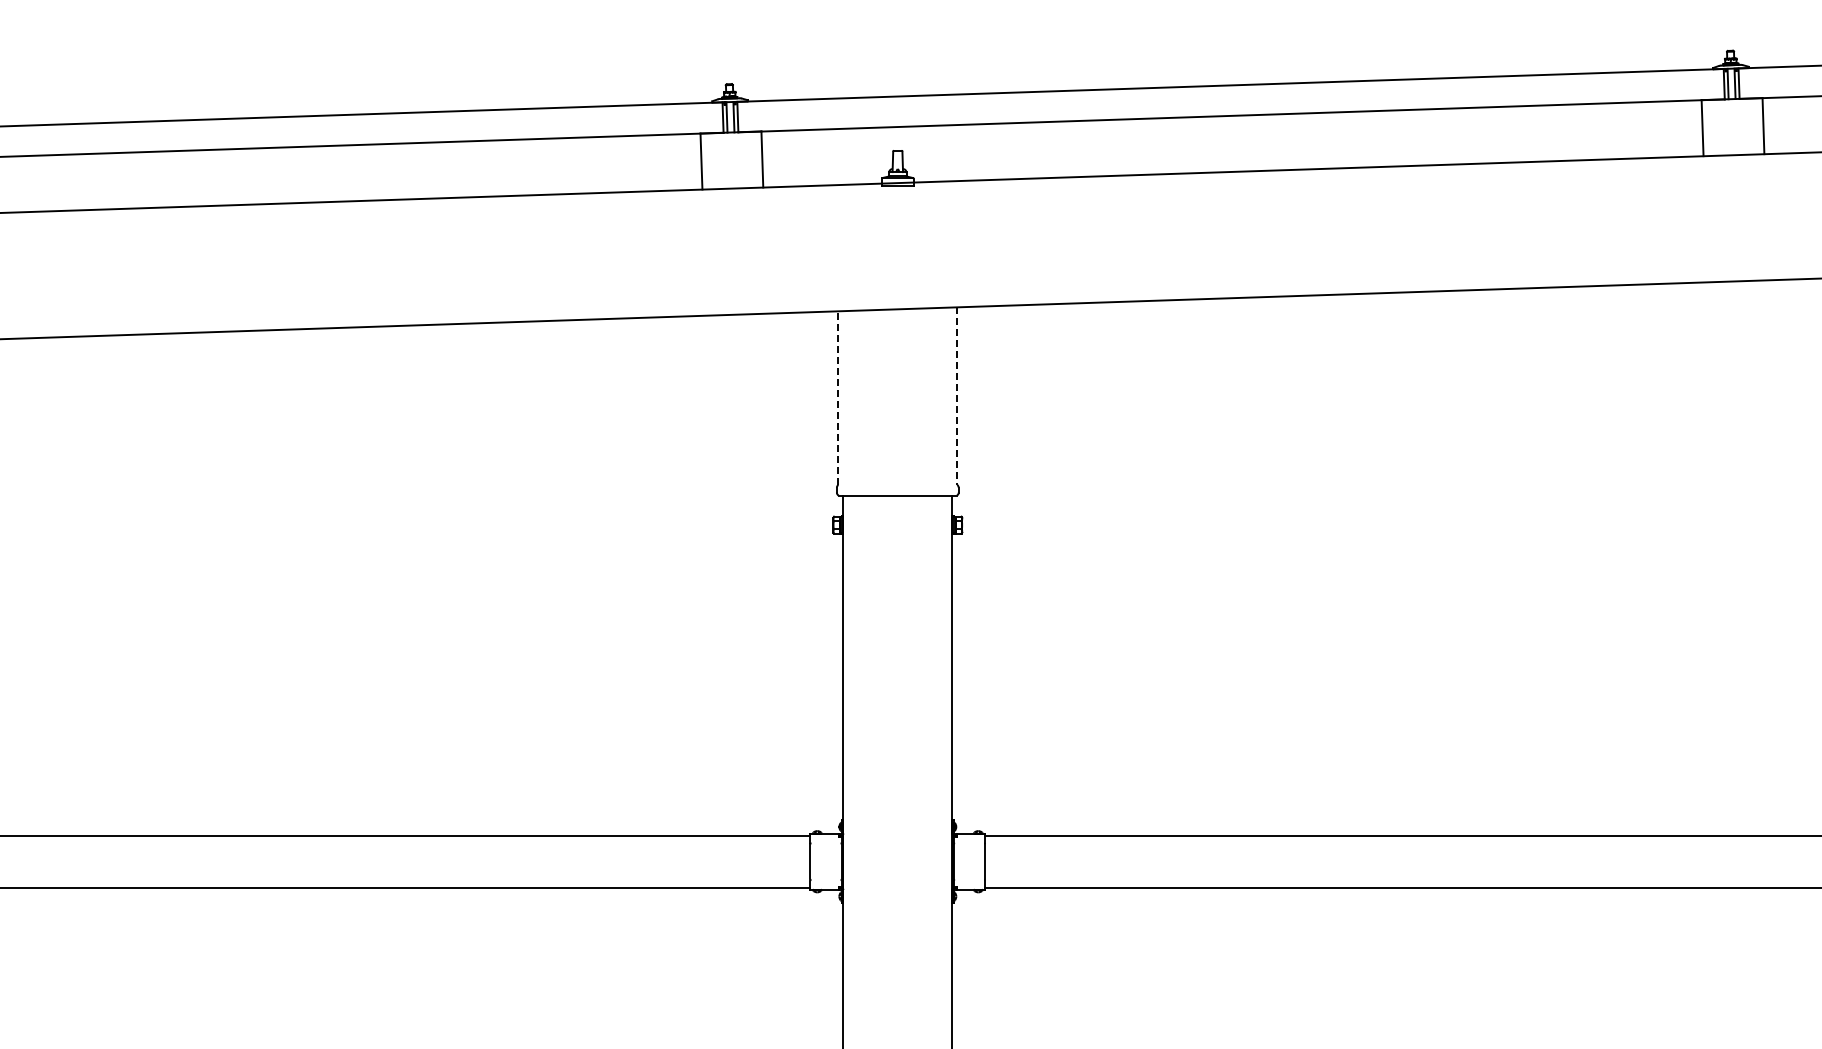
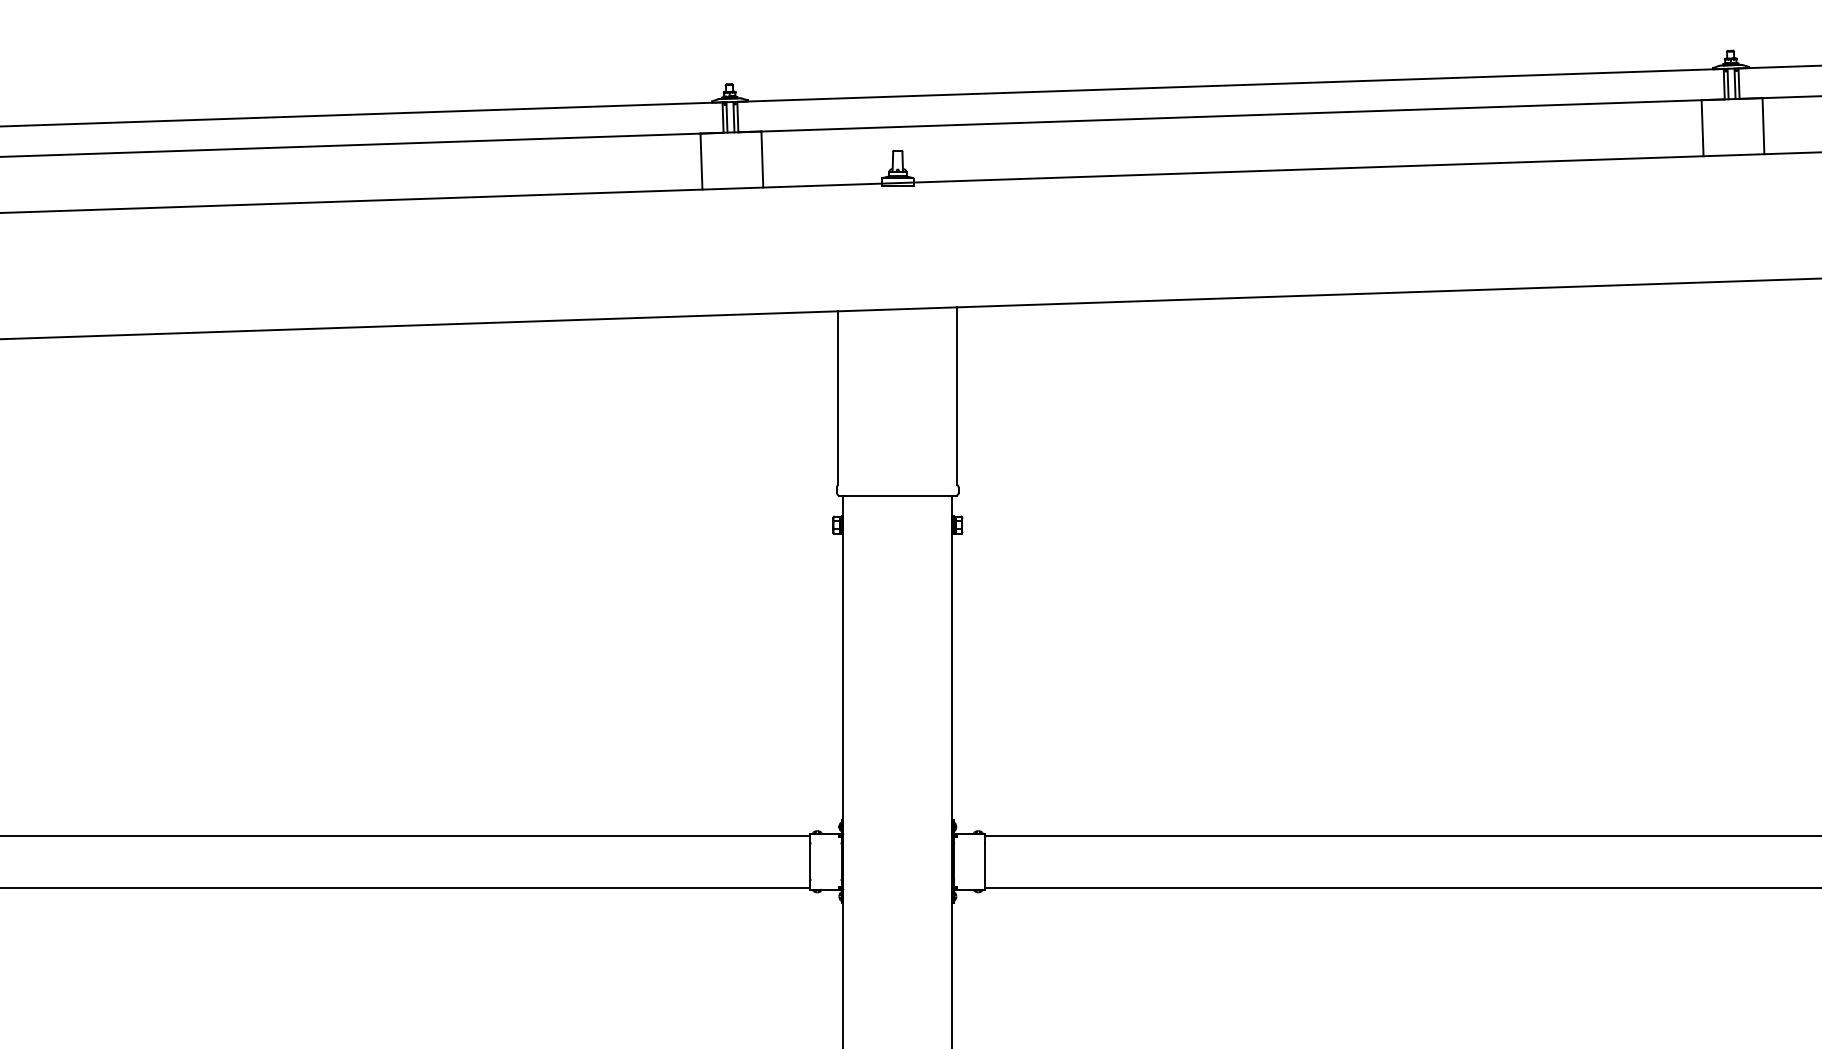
line at (957, 396): dashed -> solid
line at (838, 398): dashed -> solid
